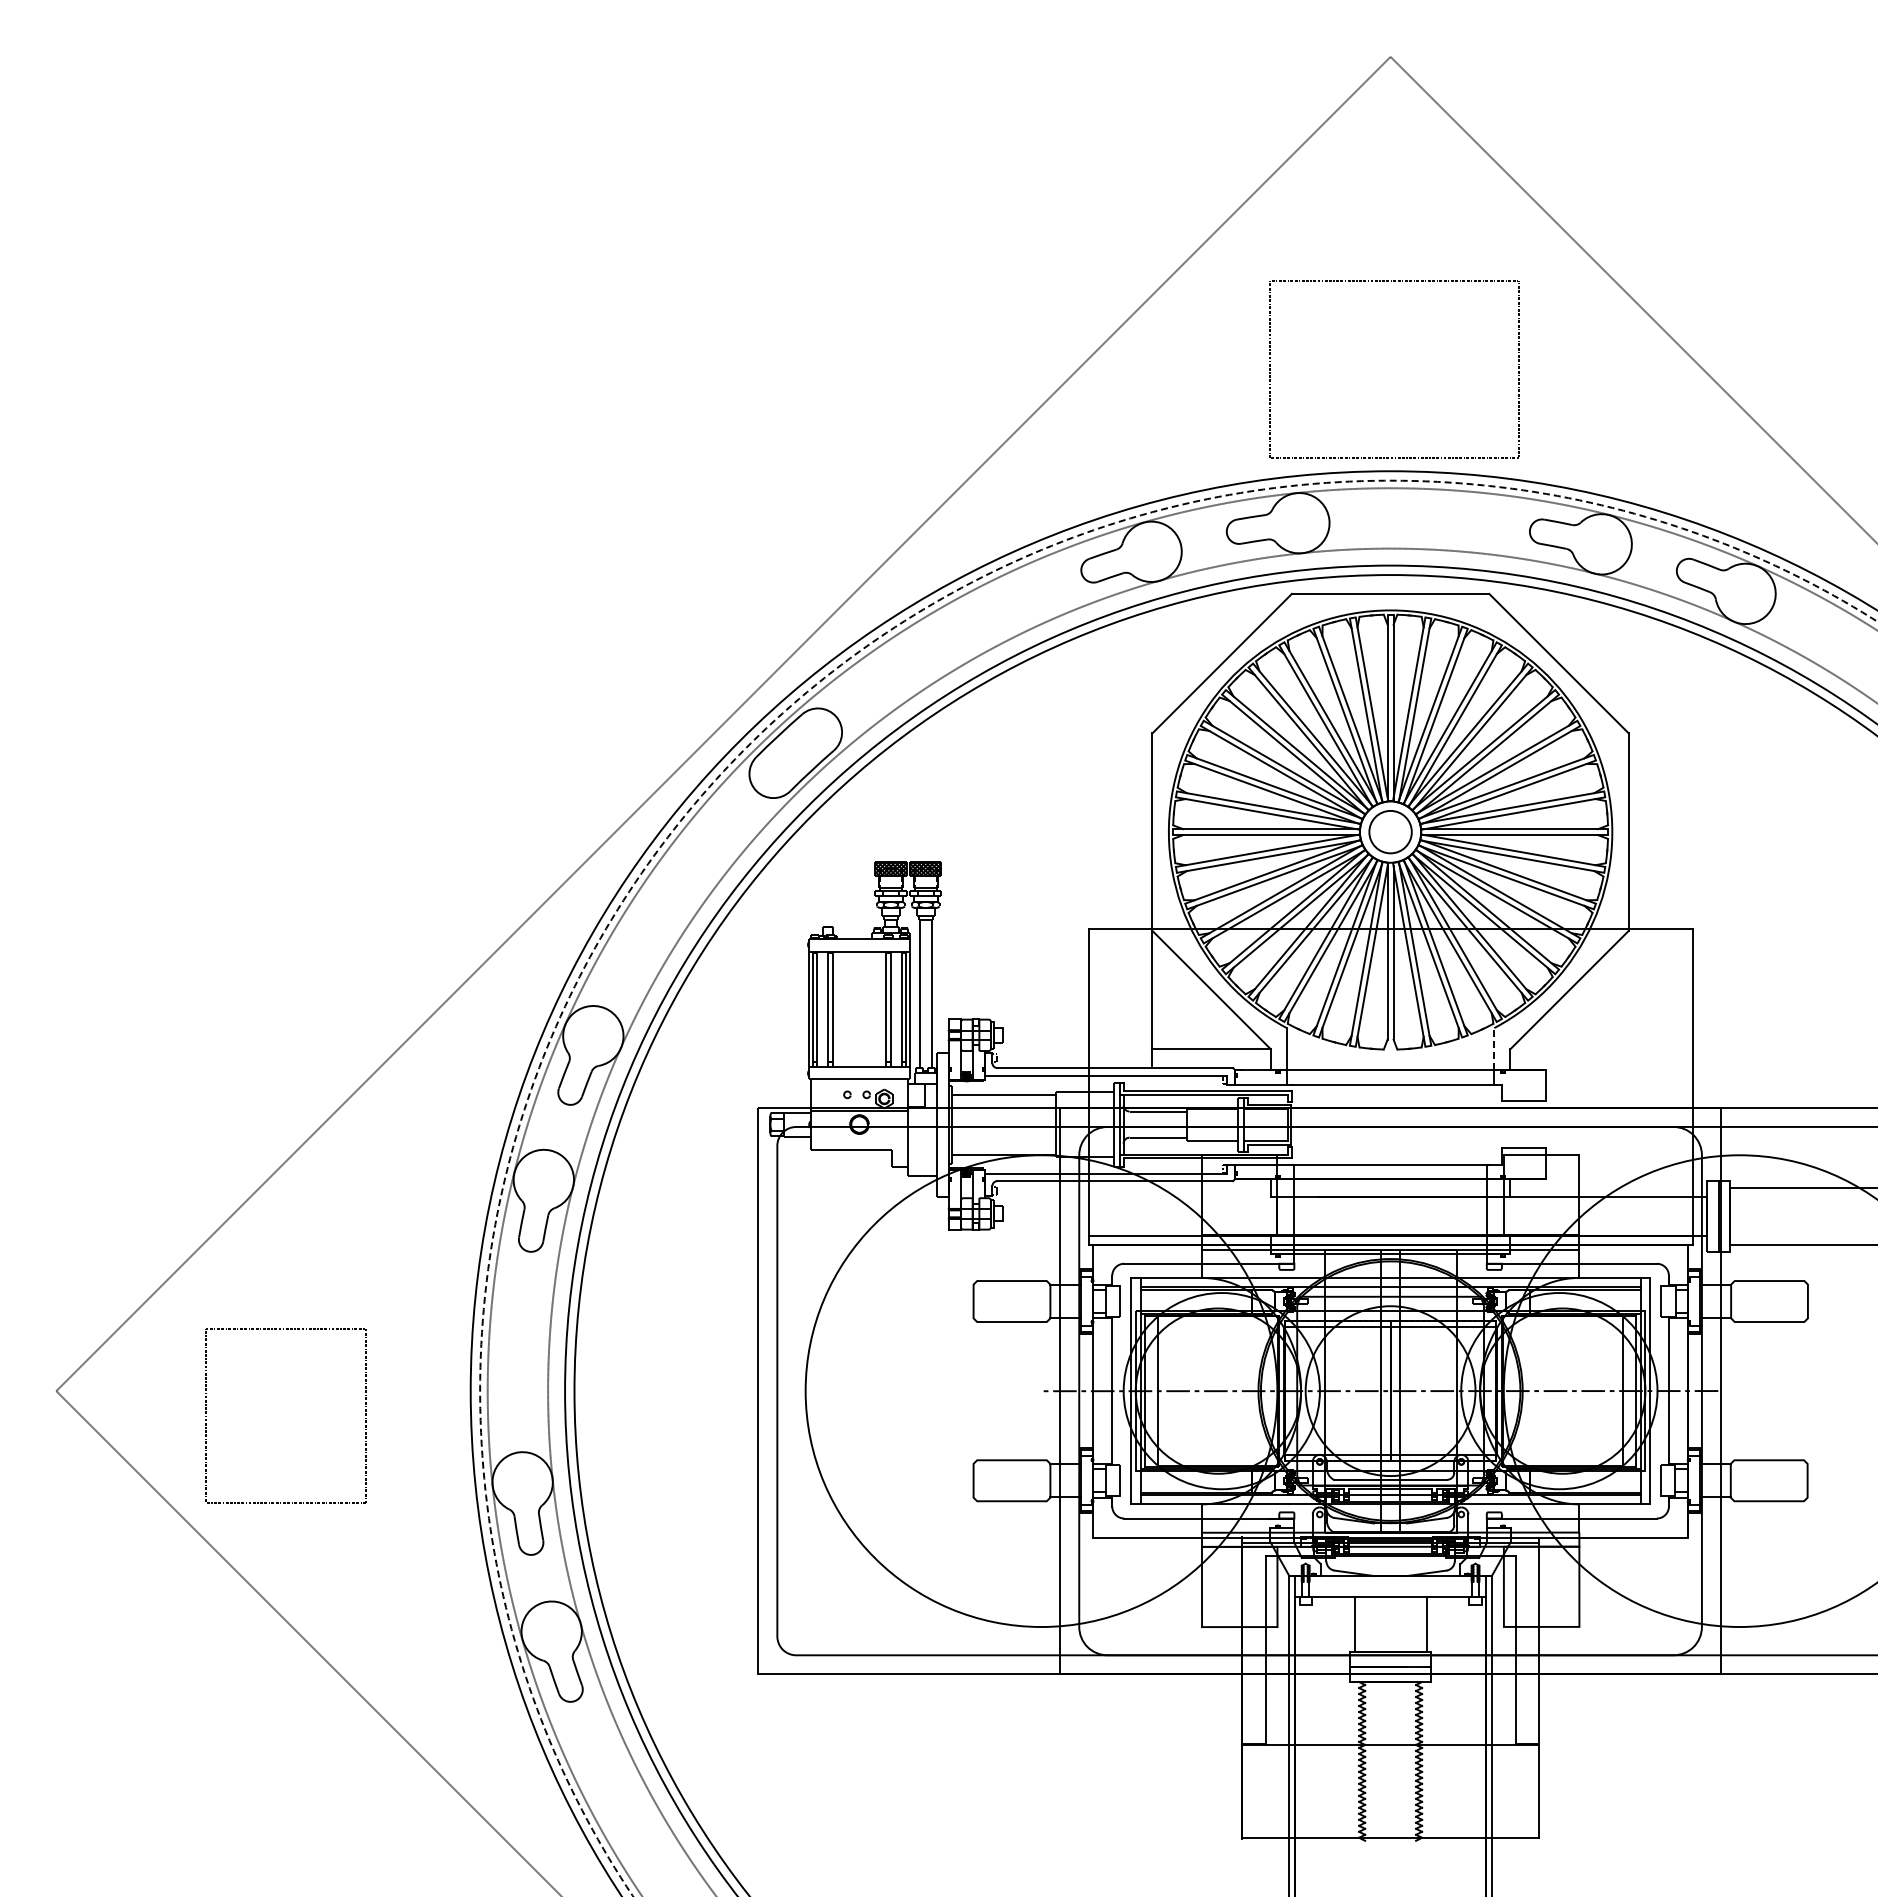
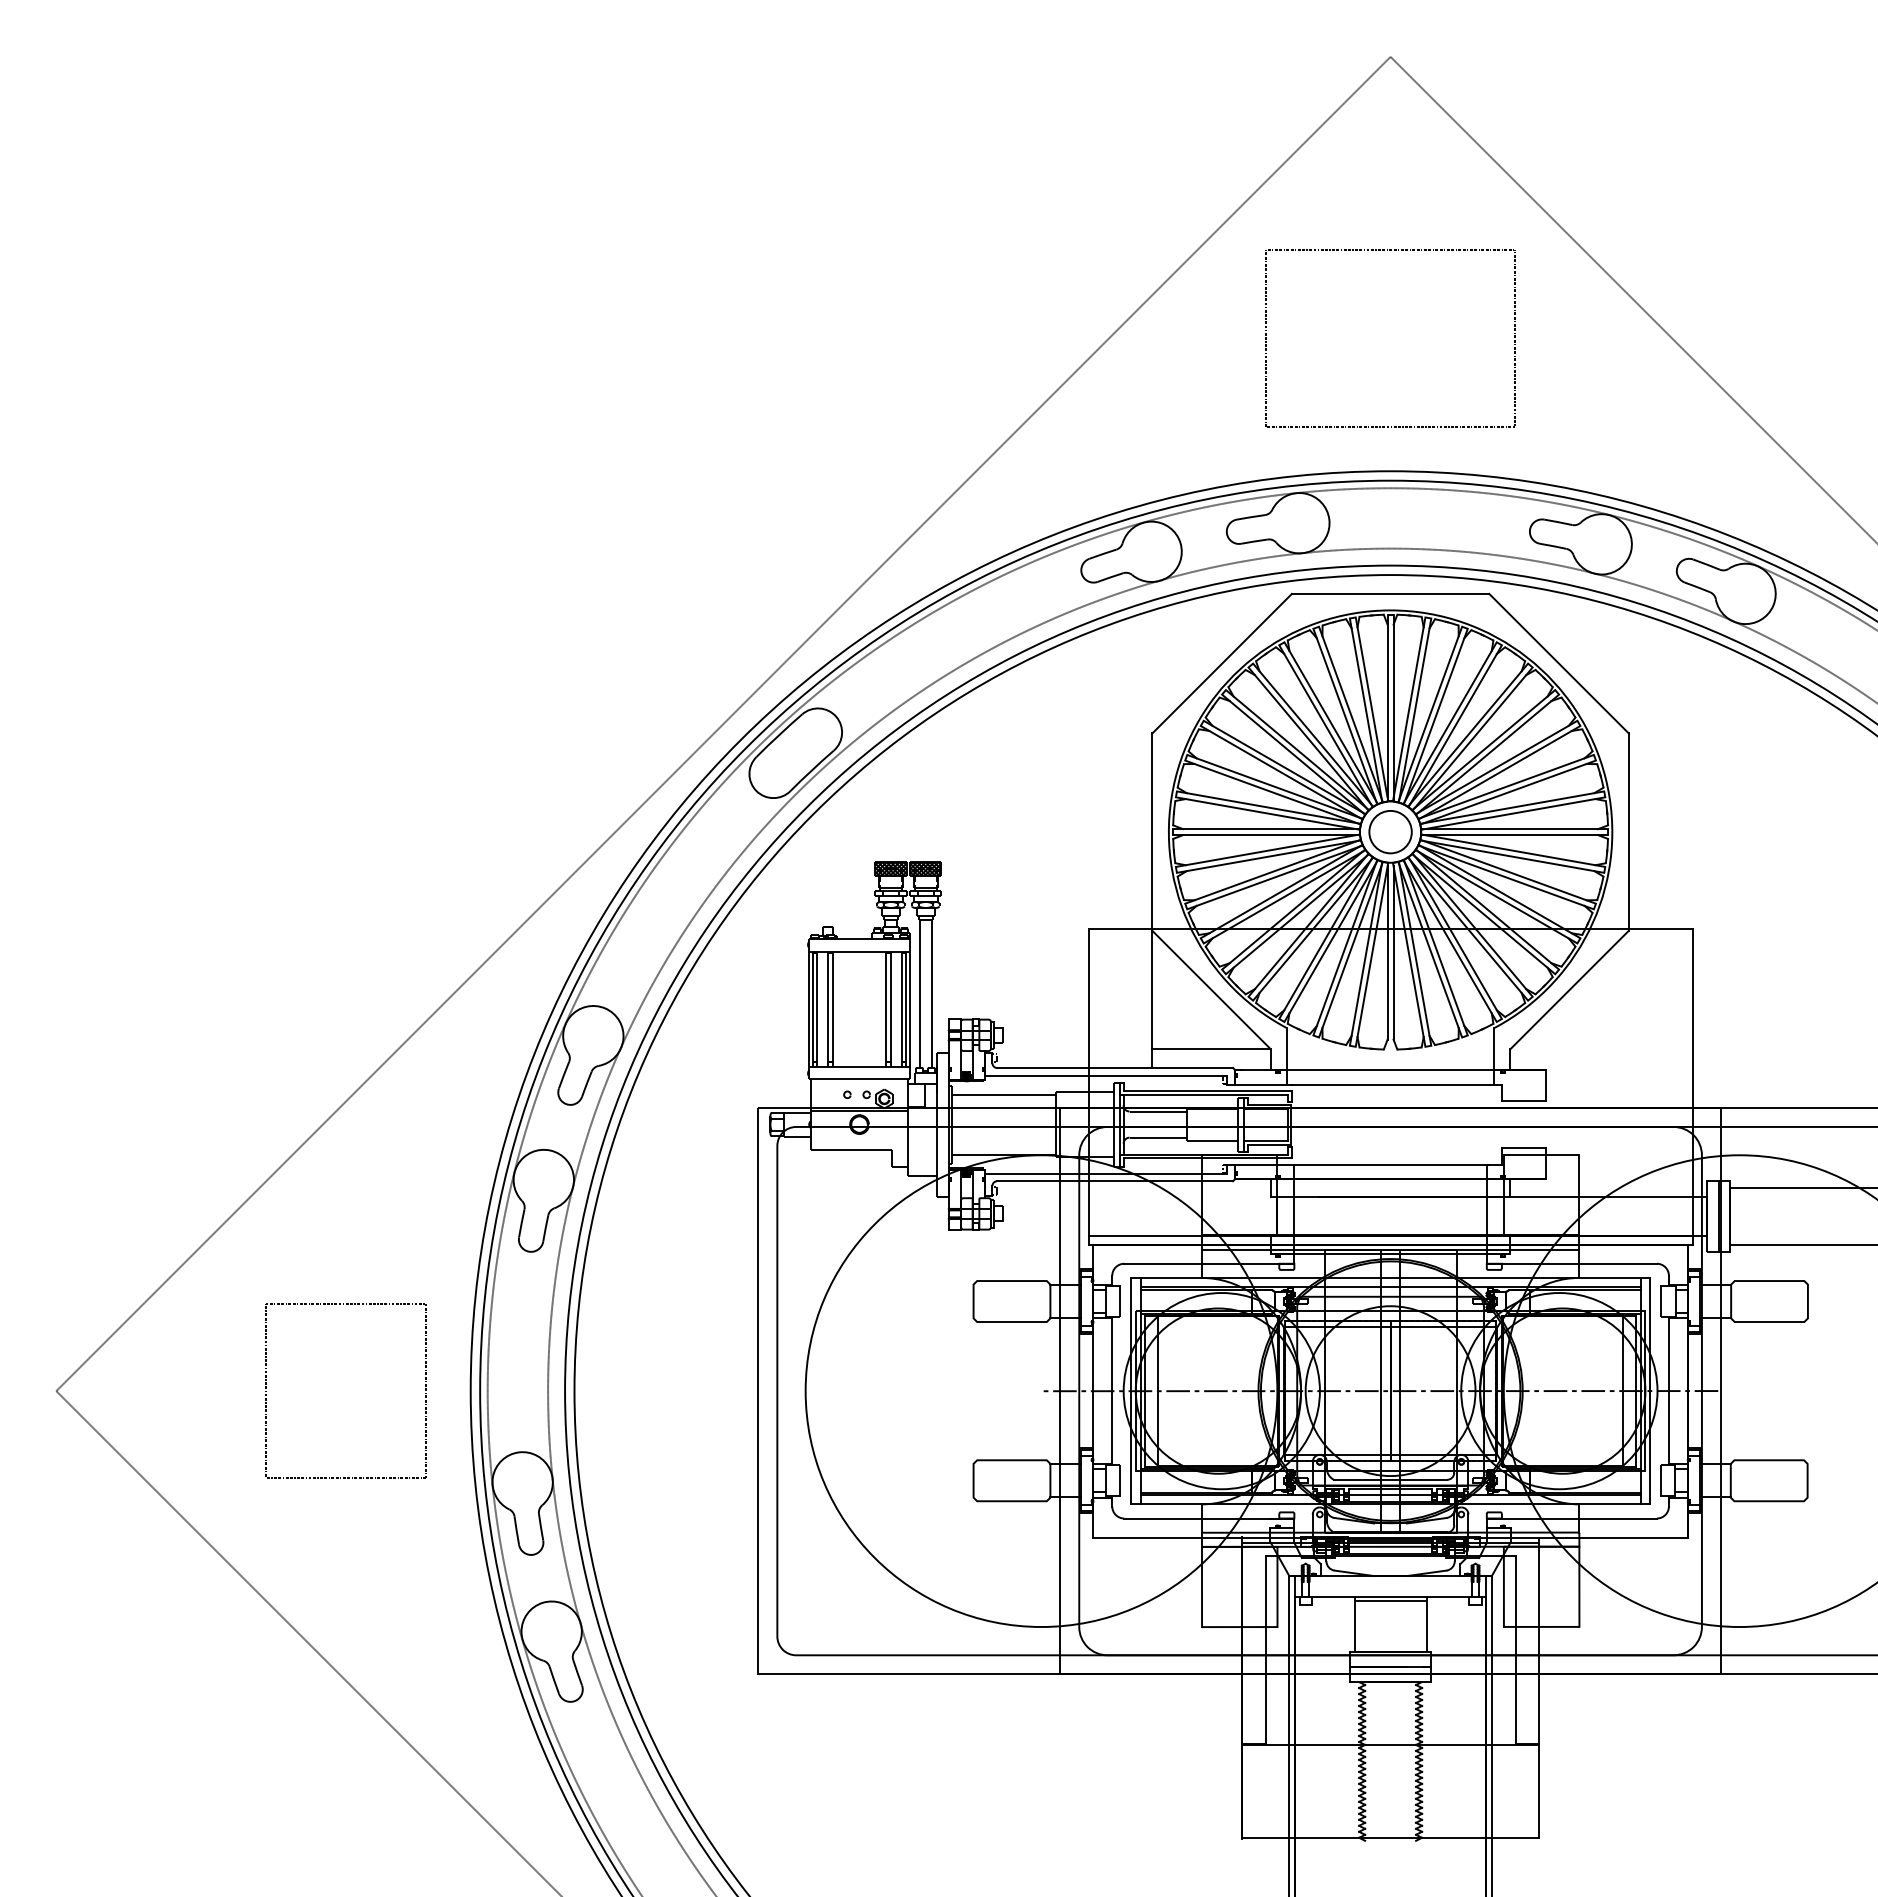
part at (1394, 281) position: (1394, 281) -> (1390, 250)
line at (1494, 1048): dashed -> solid
circle at (1178, 1188): dashed -> solid
part at (206, 1416) position: (206, 1416) -> (266, 1391)
line at (1390, 1601): none -> present
